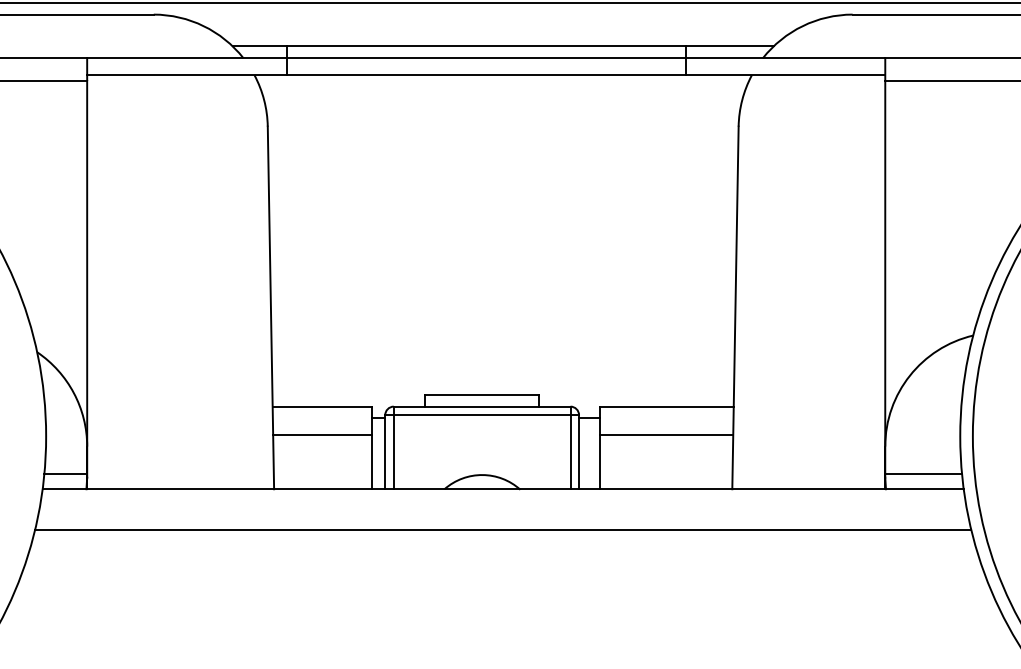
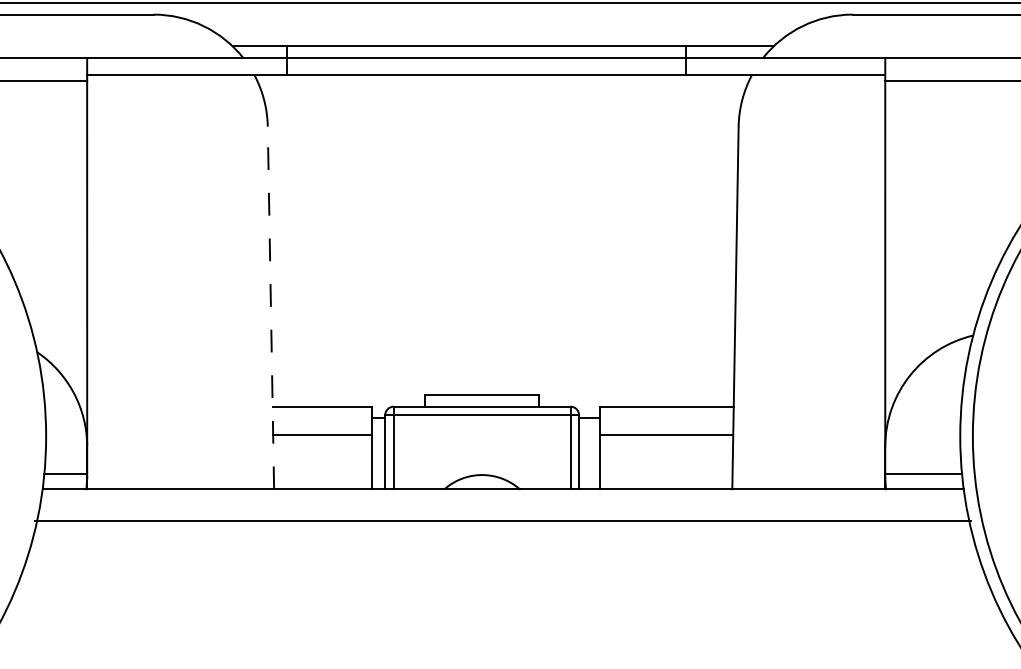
line at (270, 307): solid -> dashed
line at (502, 530) position: (502, 530) -> (502, 521)
